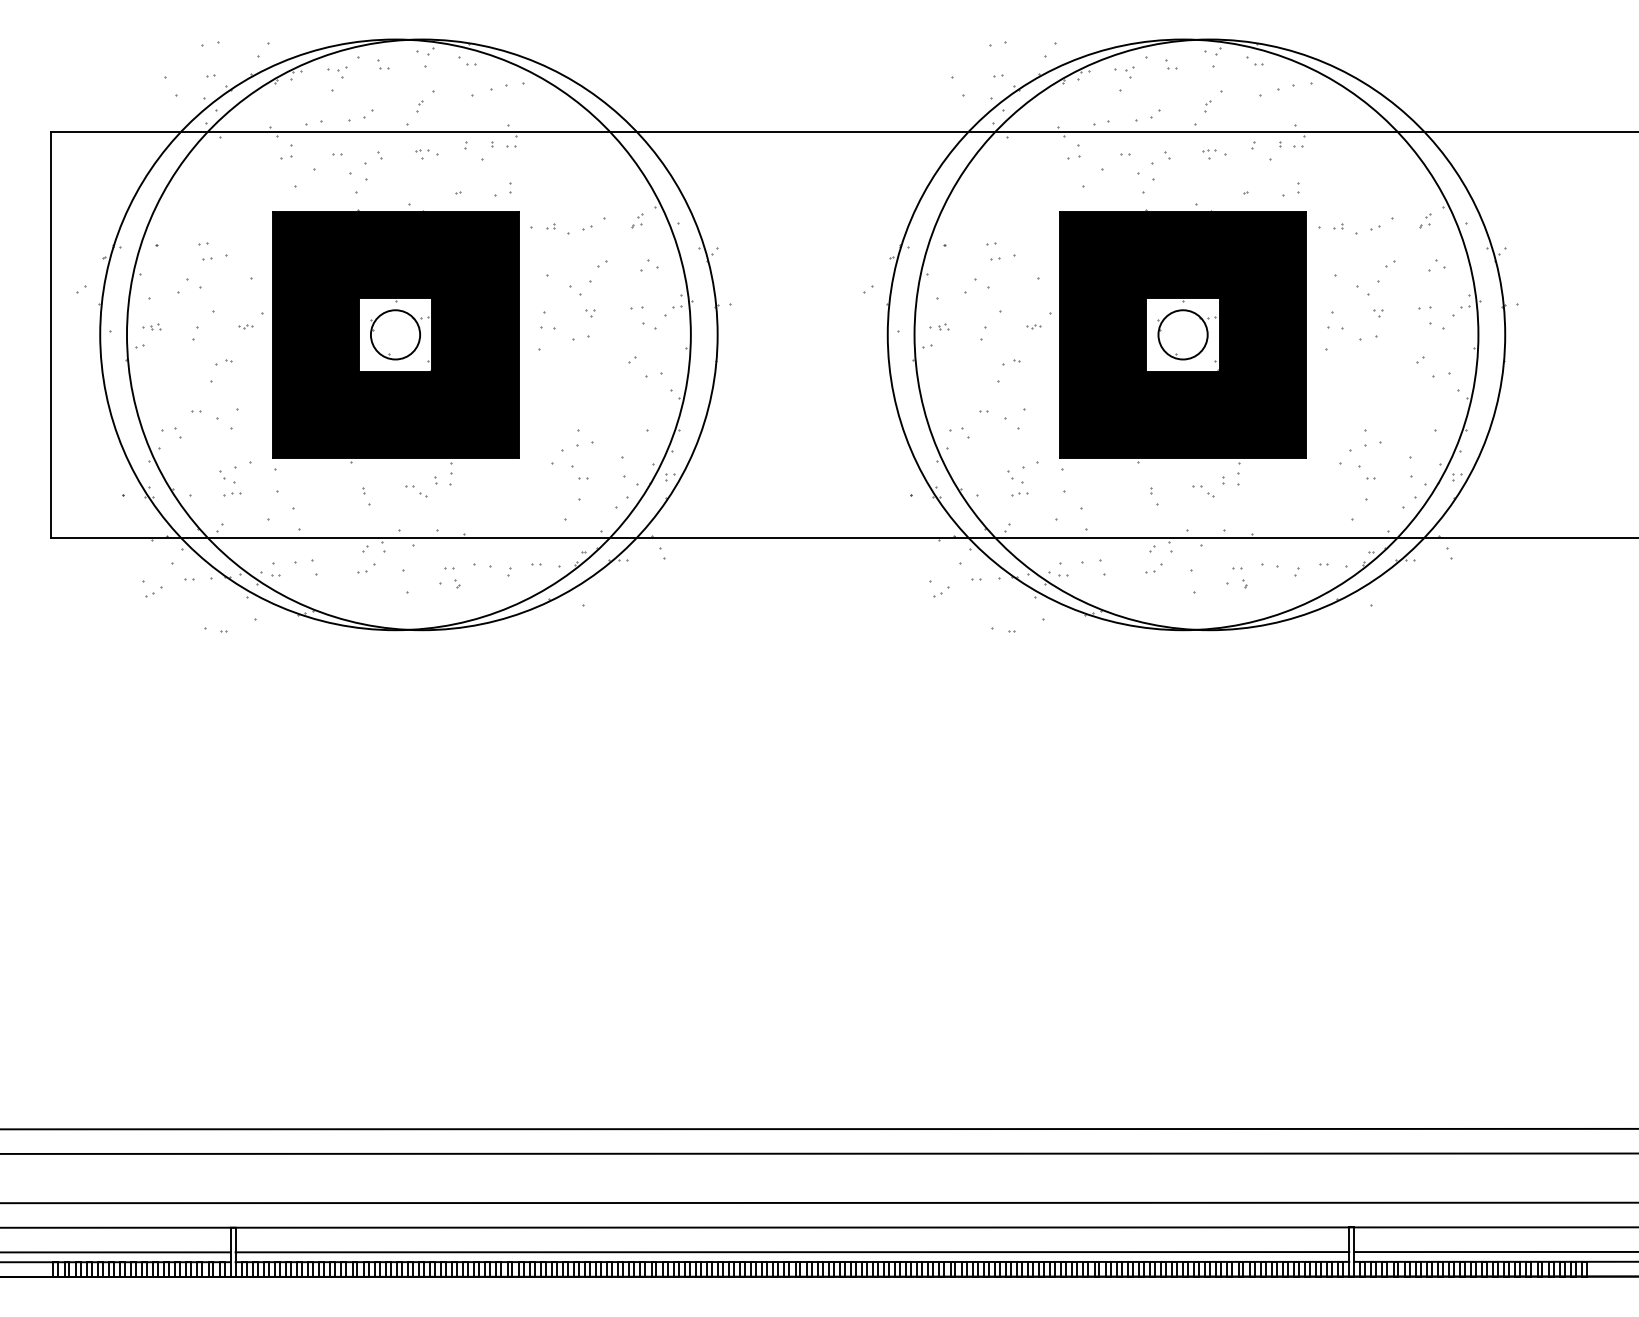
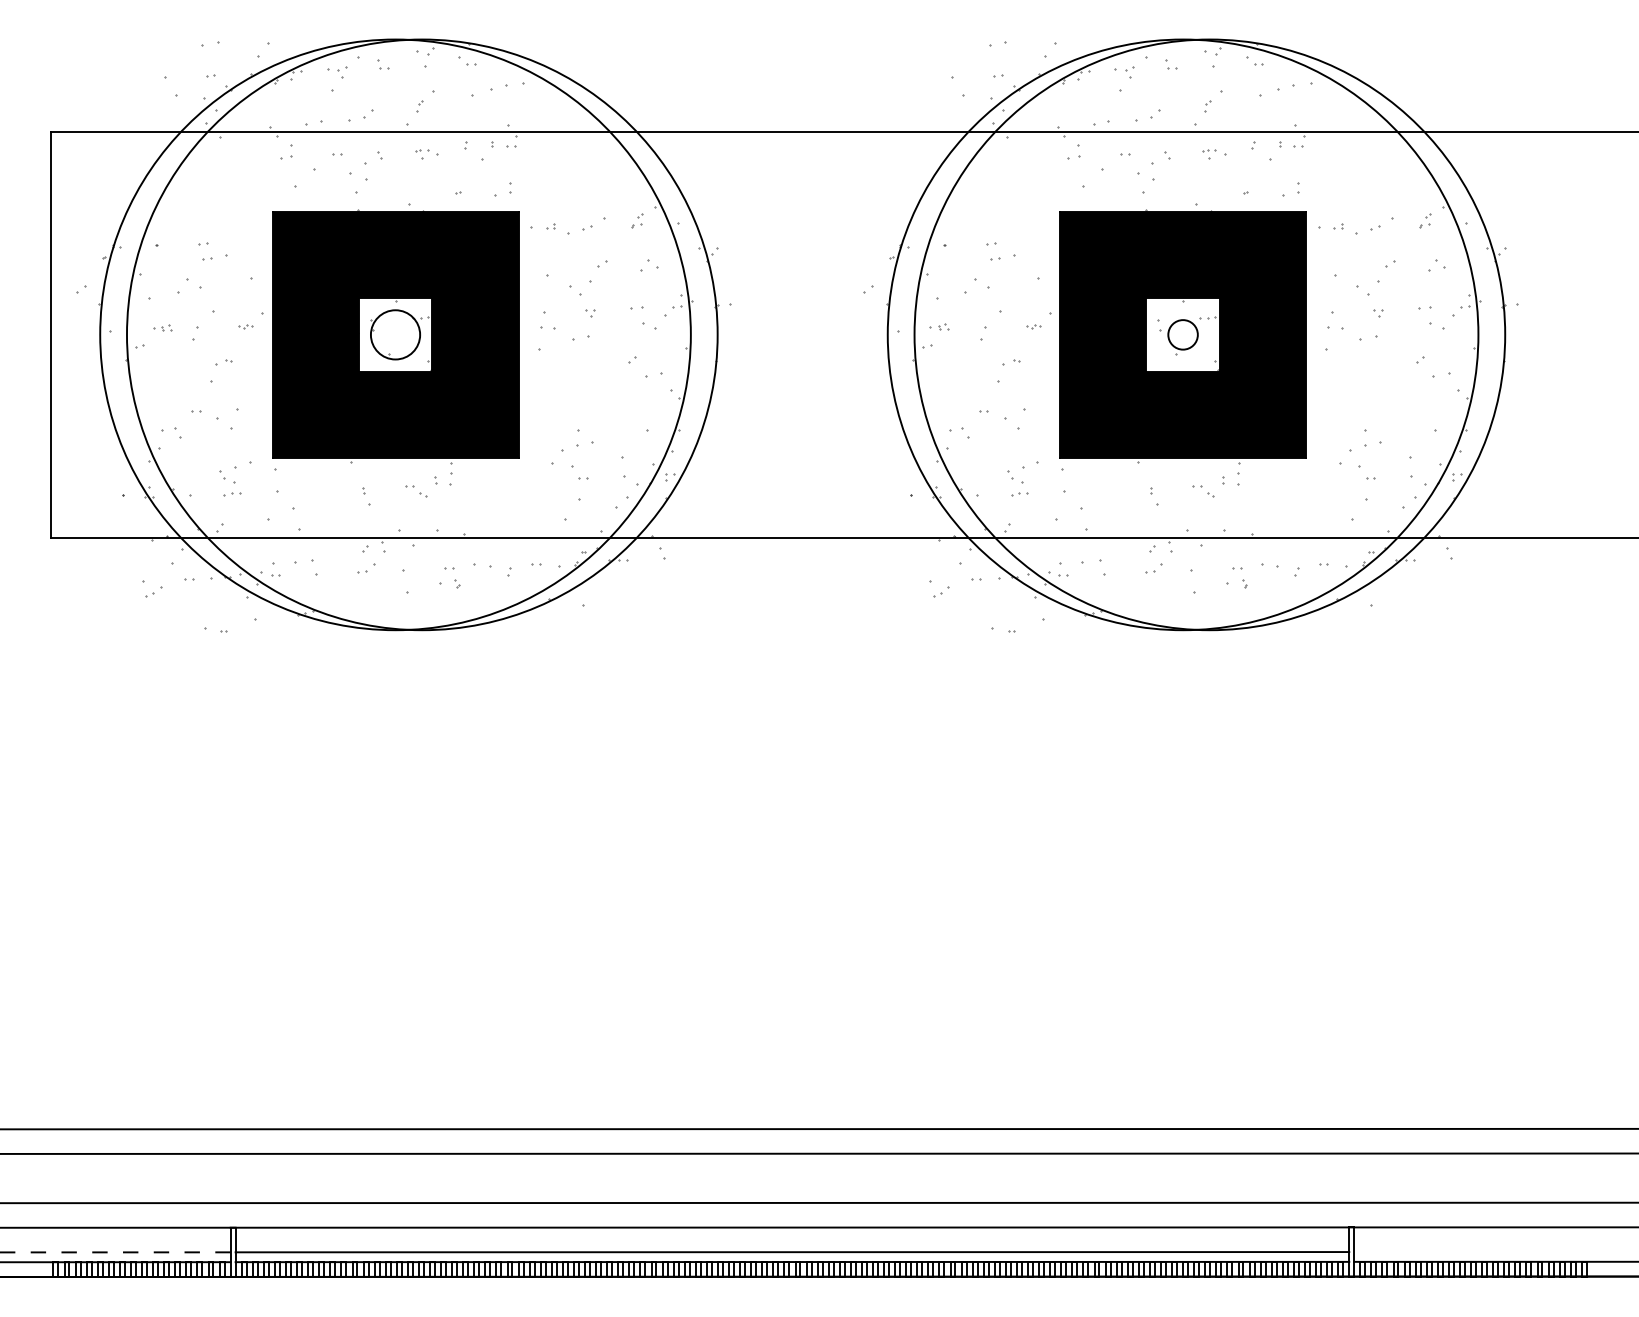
part at (151, 326) position: (151, 326) -> (162, 327)
circle at (1182, 334) diameter: 49 px -> 30 px
line at (1494, 1251): present -> none
line at (115, 1252): solid -> dashed
